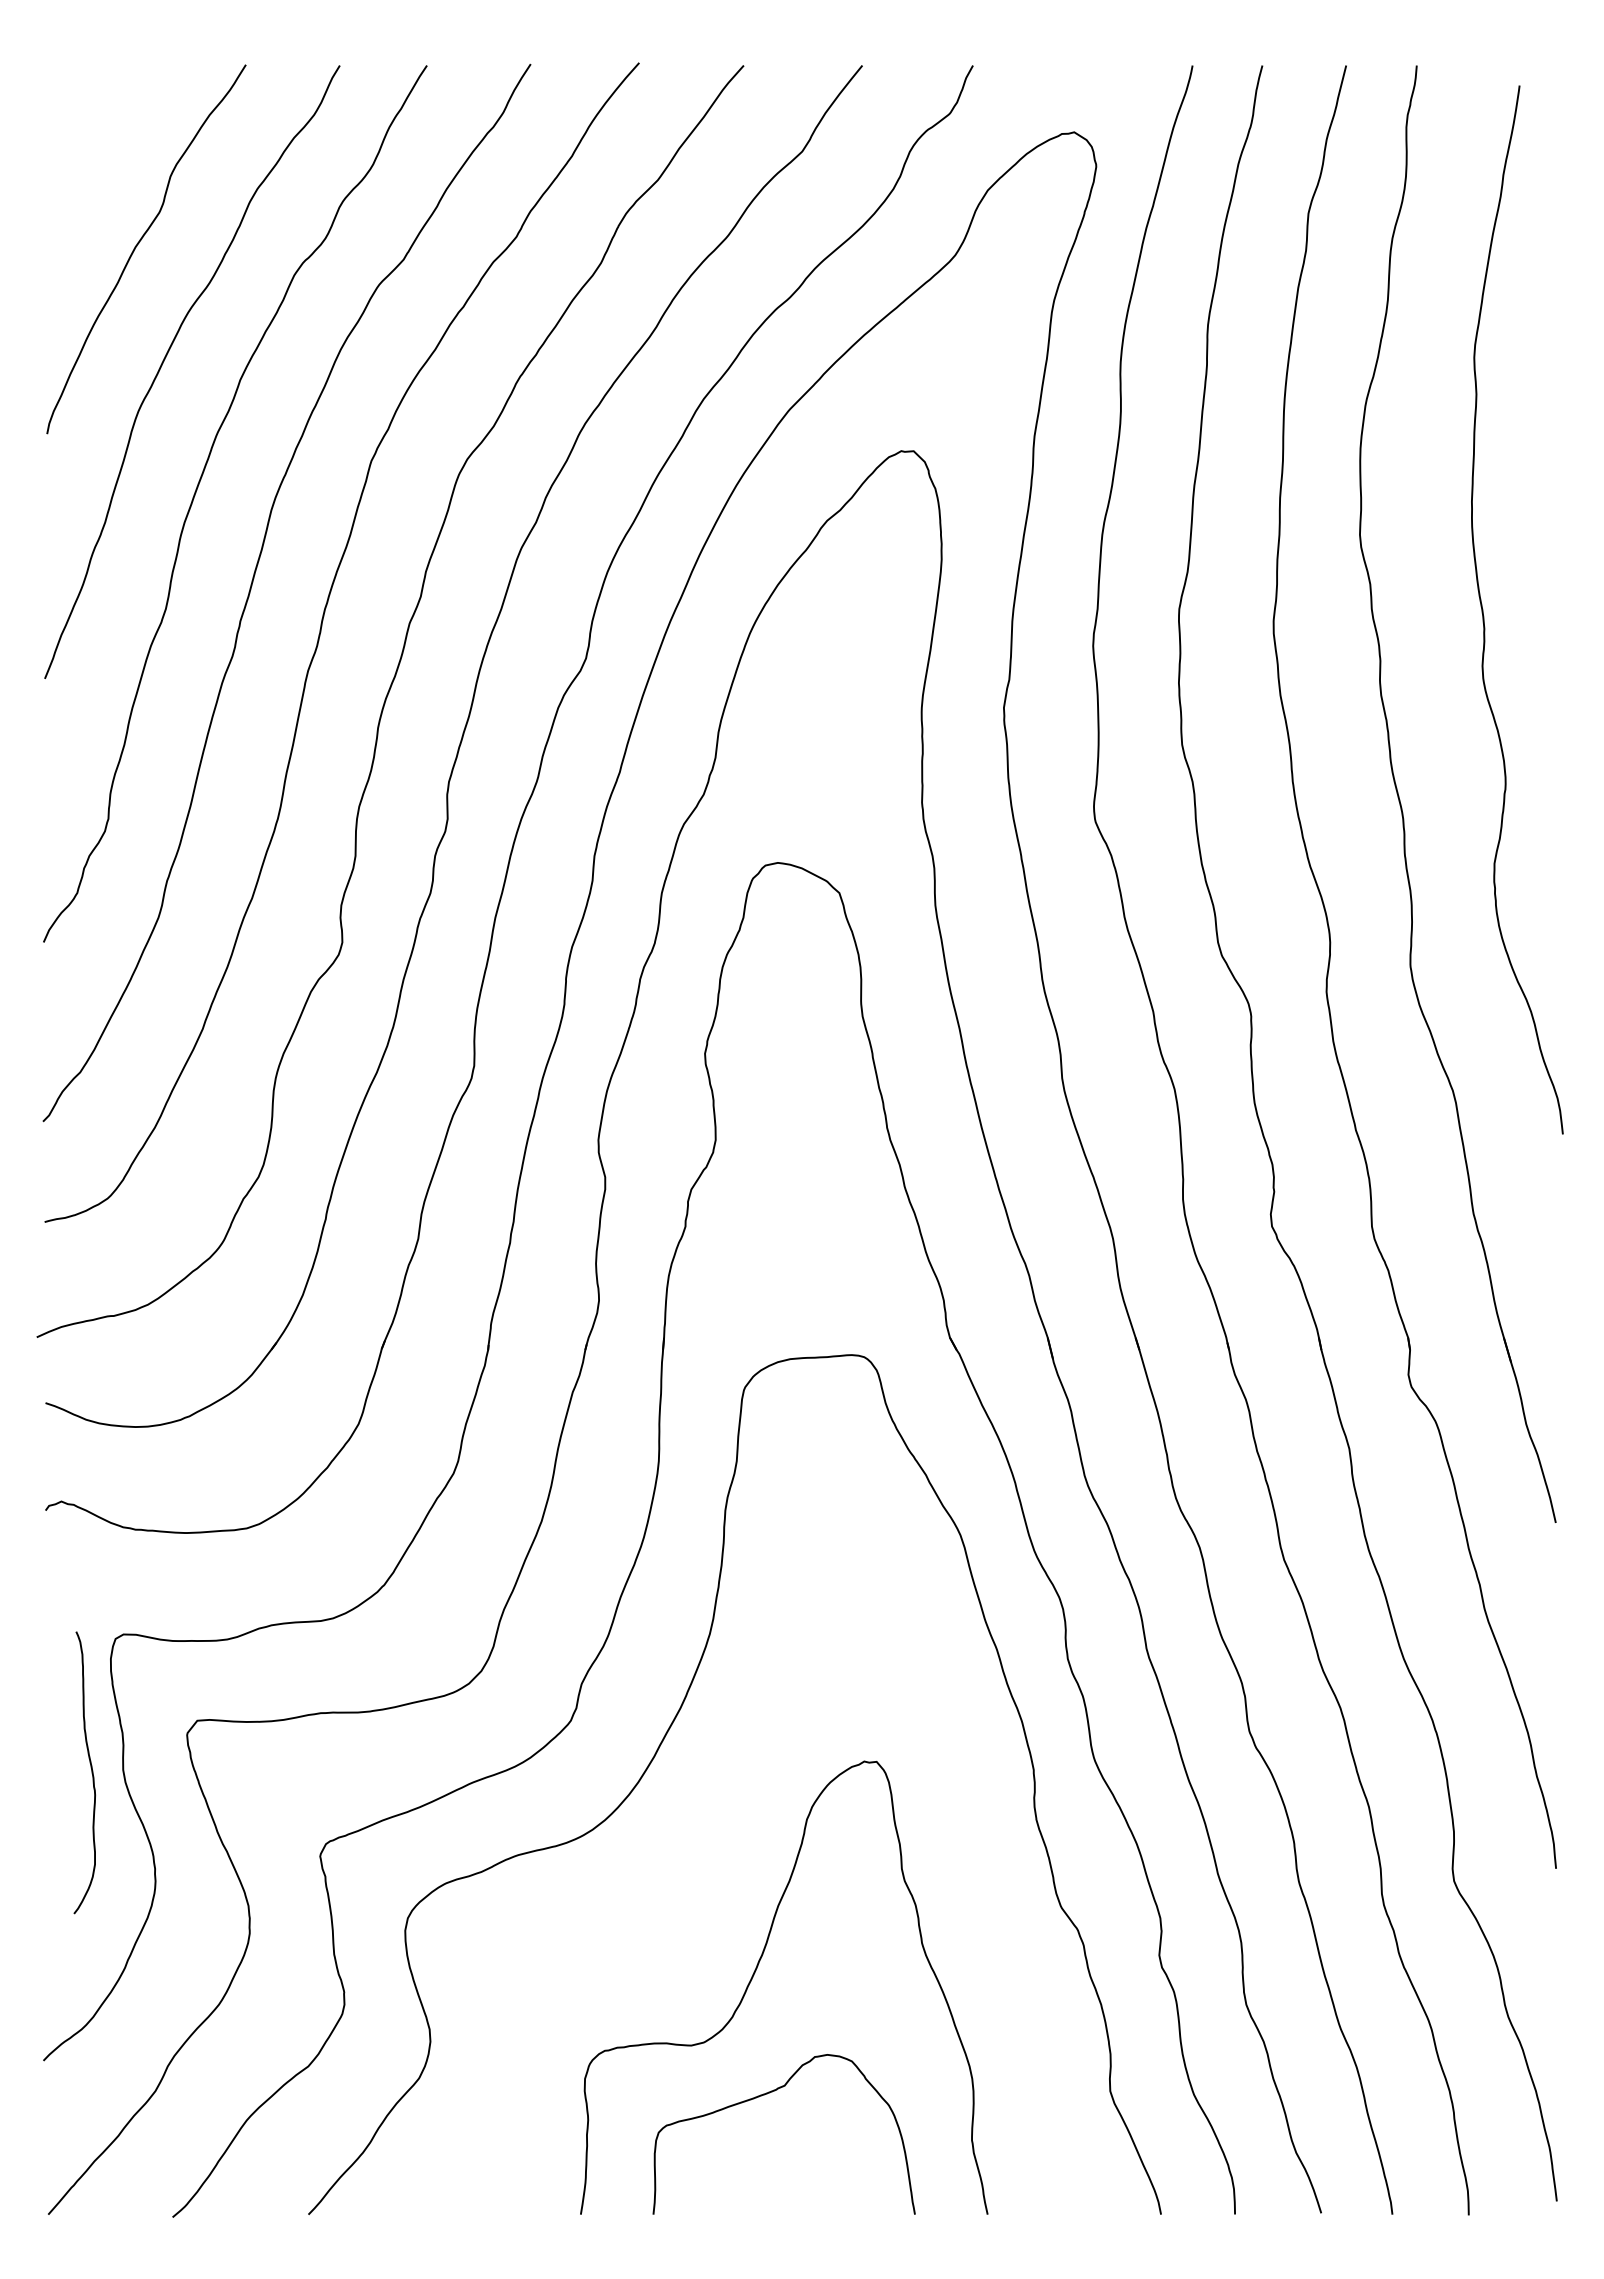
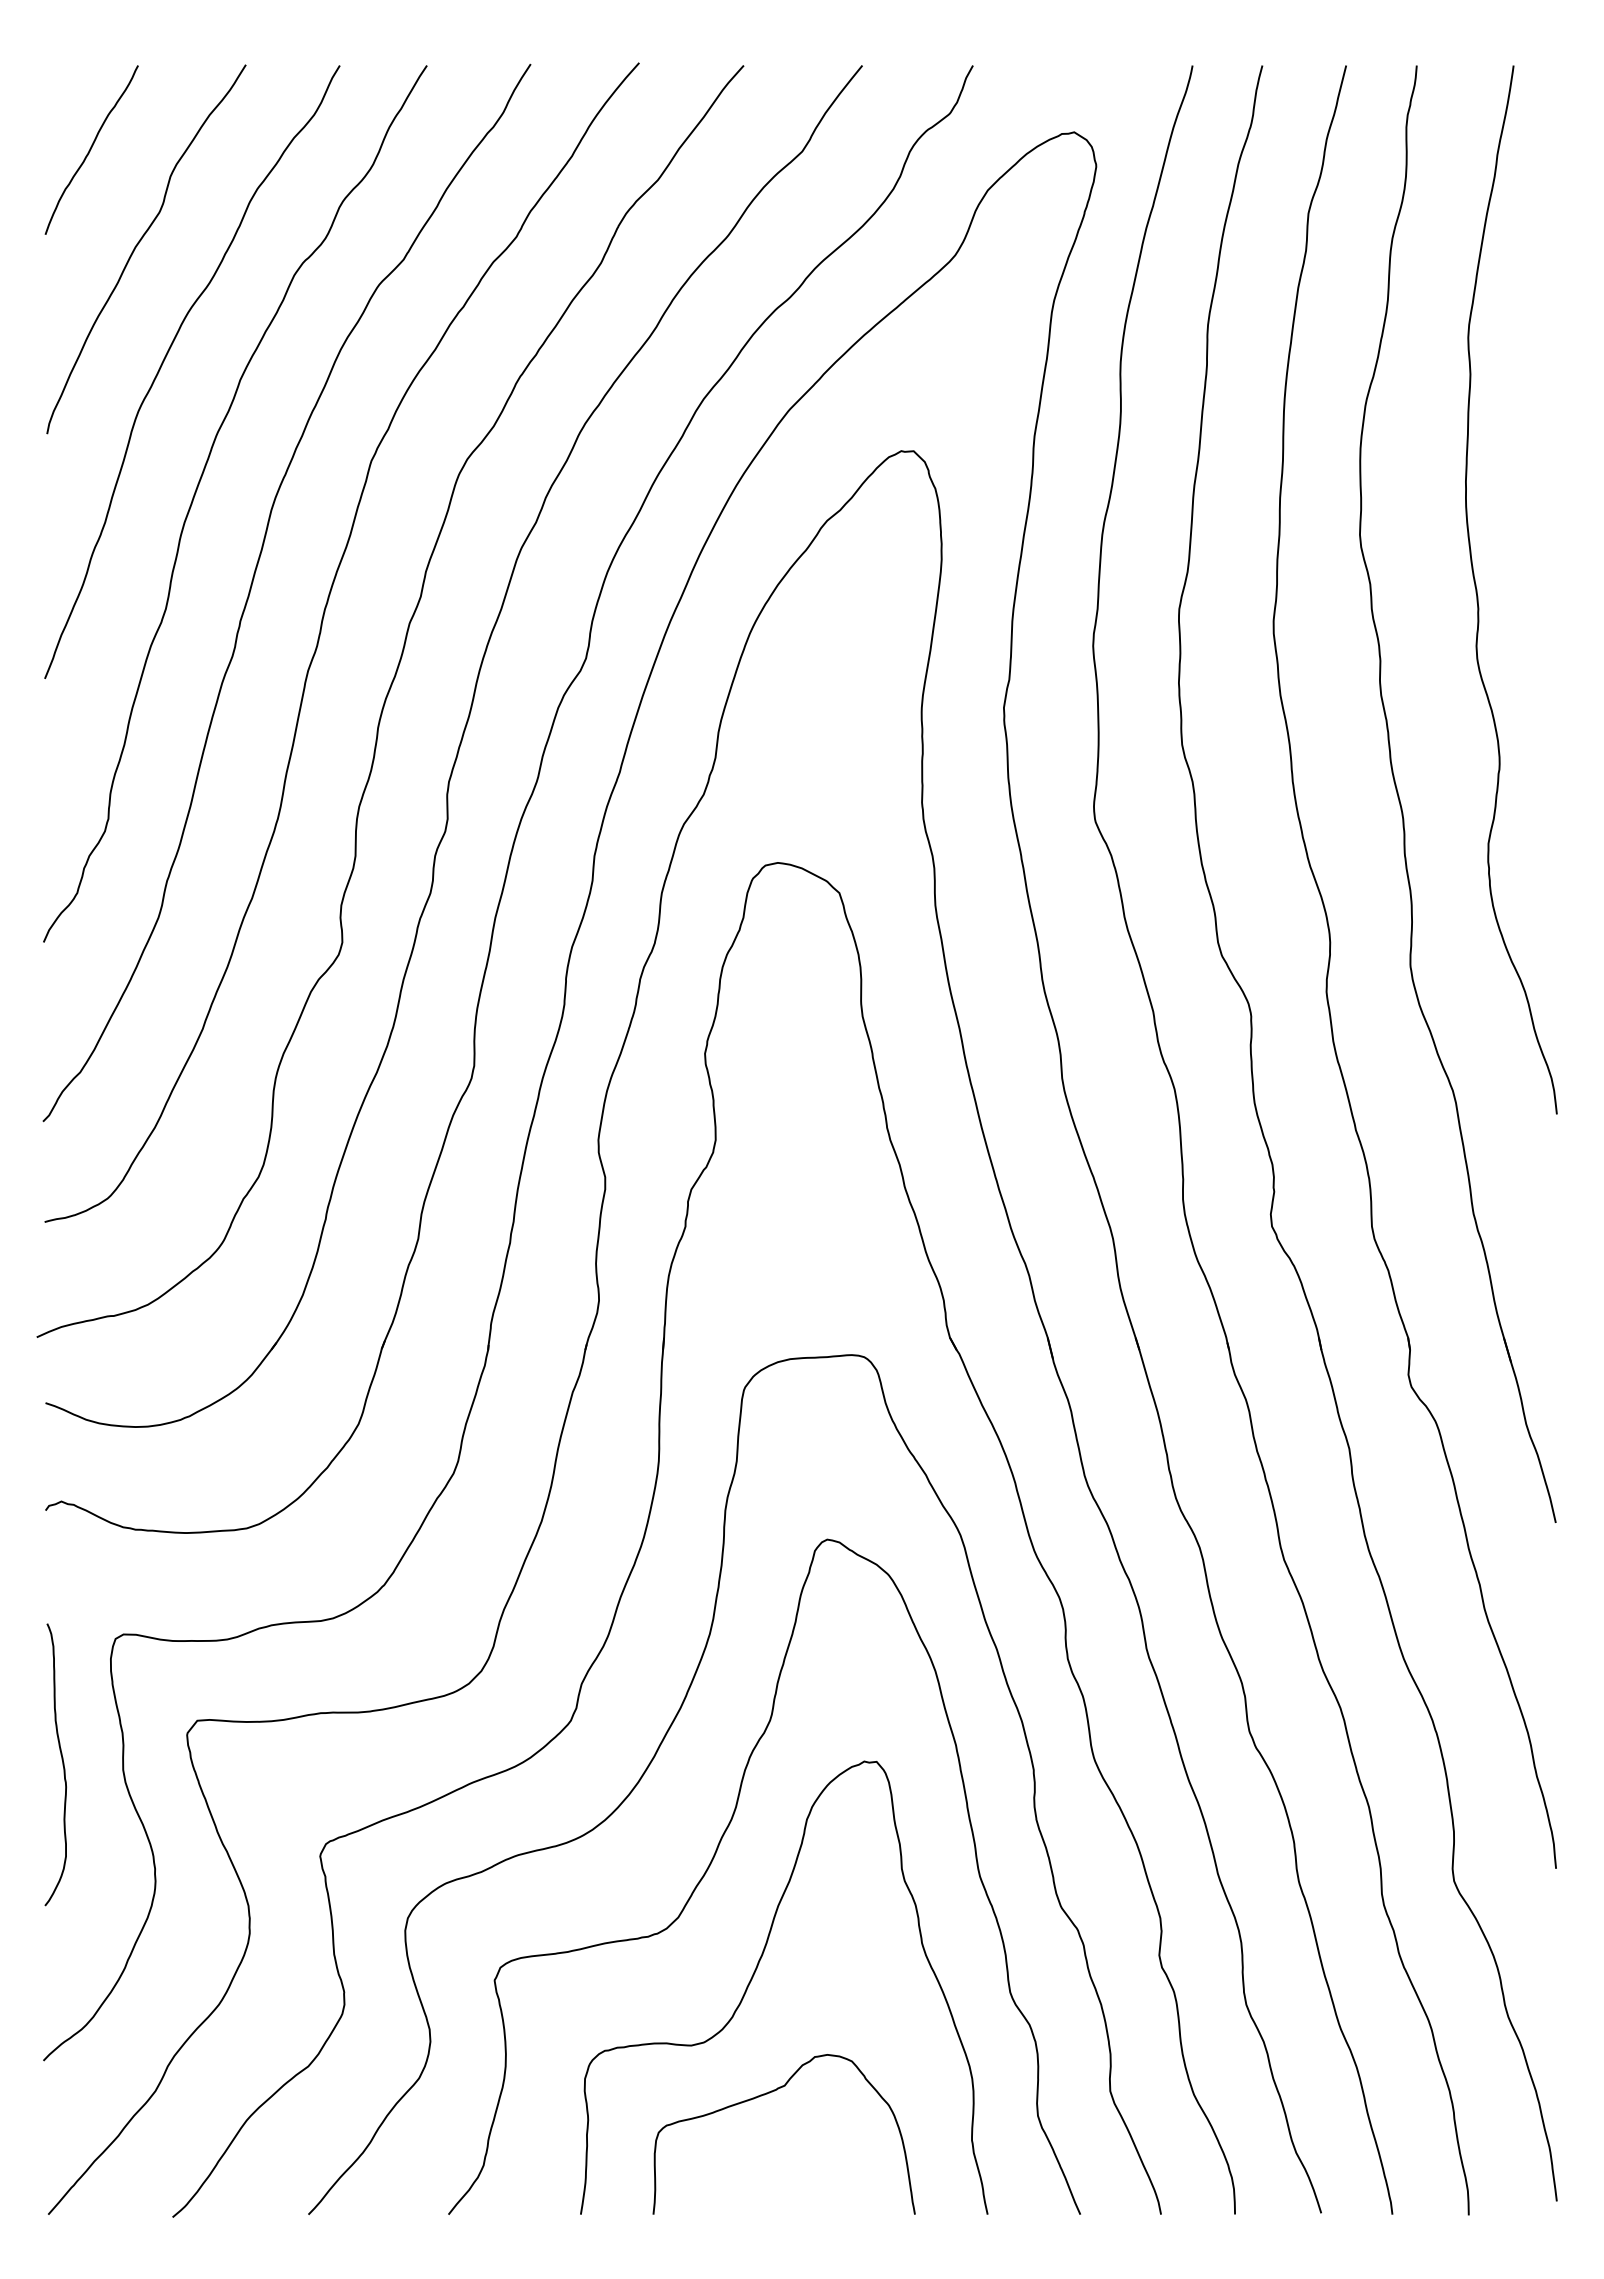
curve at (91, 149): none -> present
curve at (1484, 616) position: (1484, 616) -> (1478, 596)
curve at (91, 1772) position: (91, 1772) -> (62, 1764)
curve at (714, 1858): none -> present
